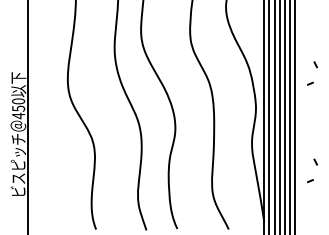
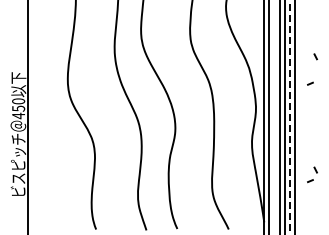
line at (315, 64) position: (315, 64) -> (315, 56)
line at (274, 116): present -> none
line at (289, 118): solid -> dashed
line at (315, 161) position: (315, 161) -> (315, 169)
